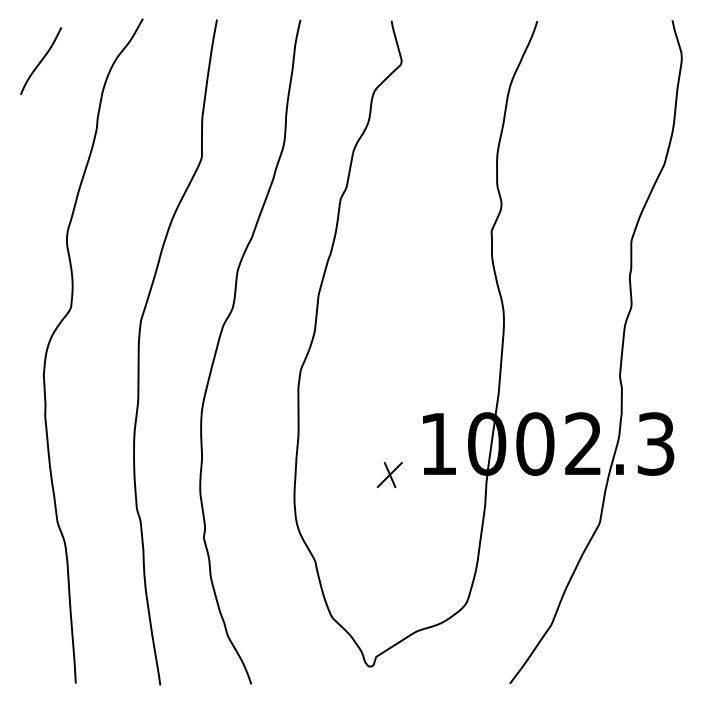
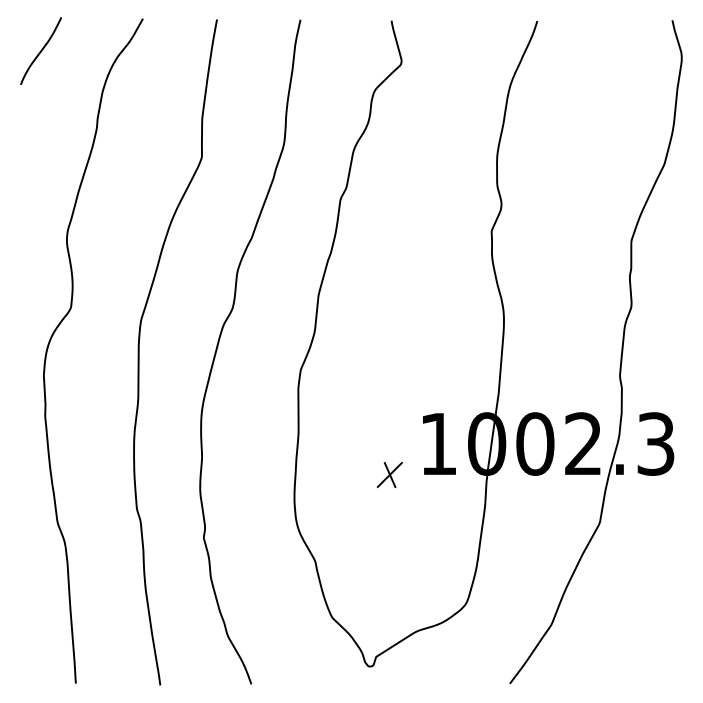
curve at (40, 60) position: (40, 60) -> (40, 50)
